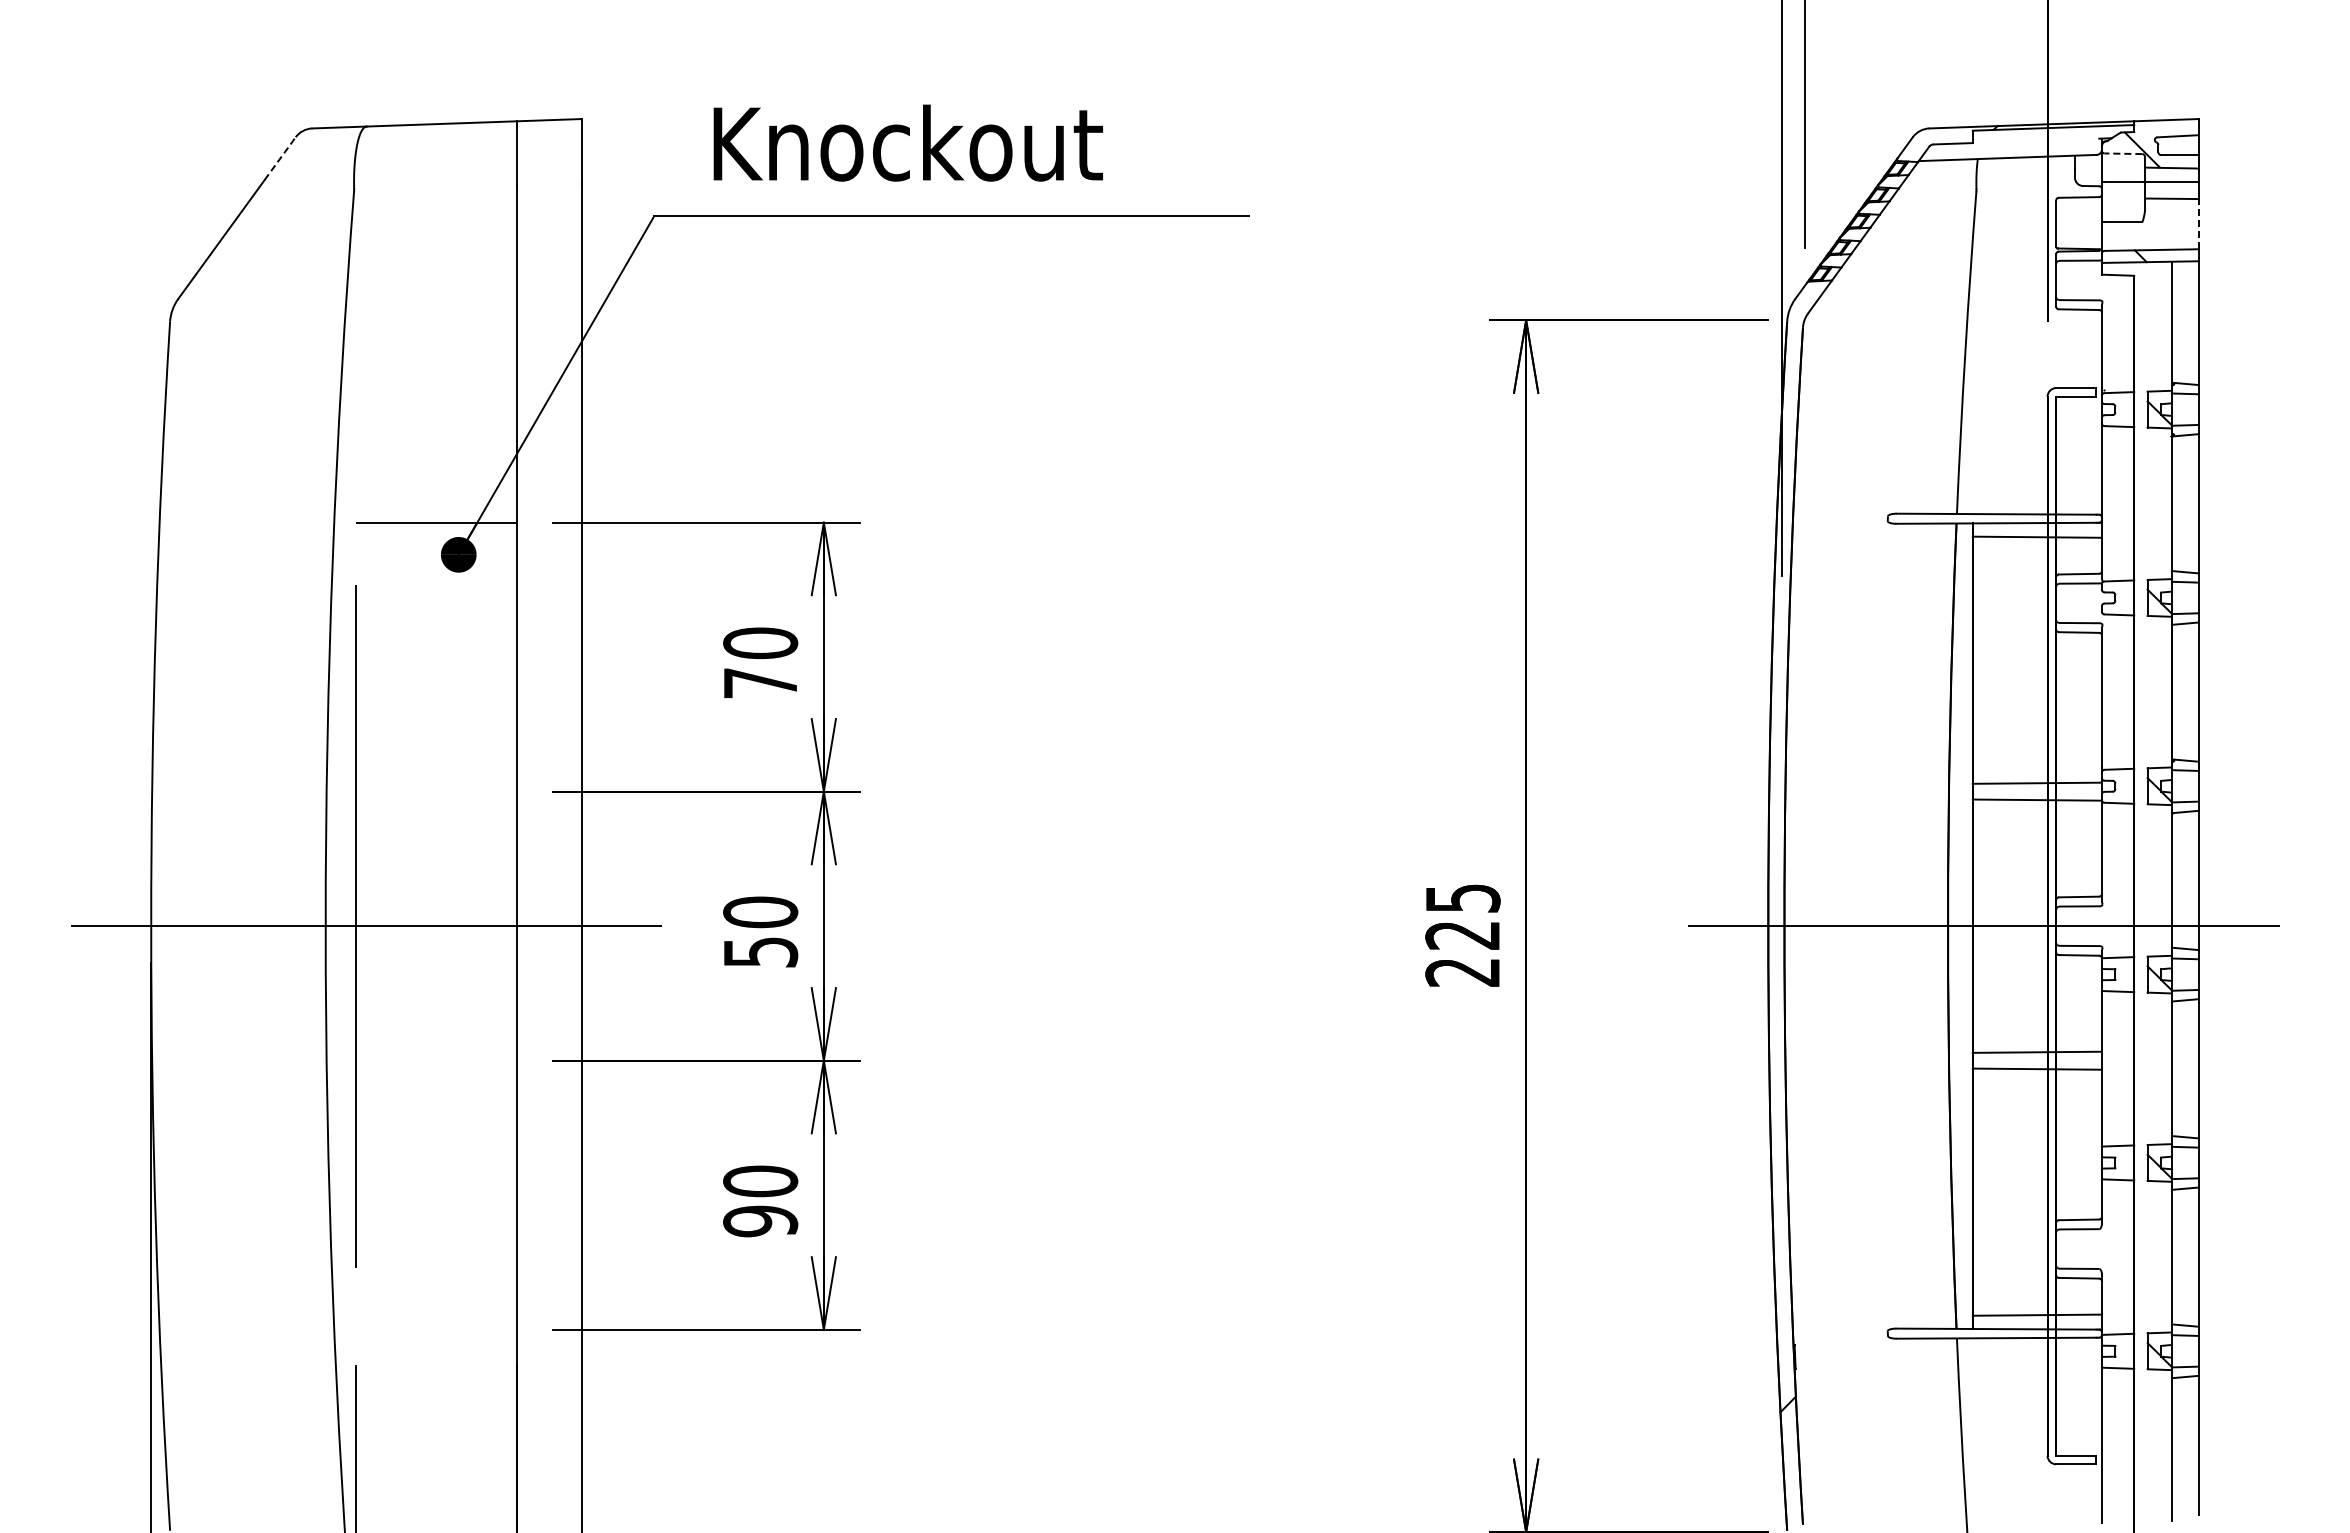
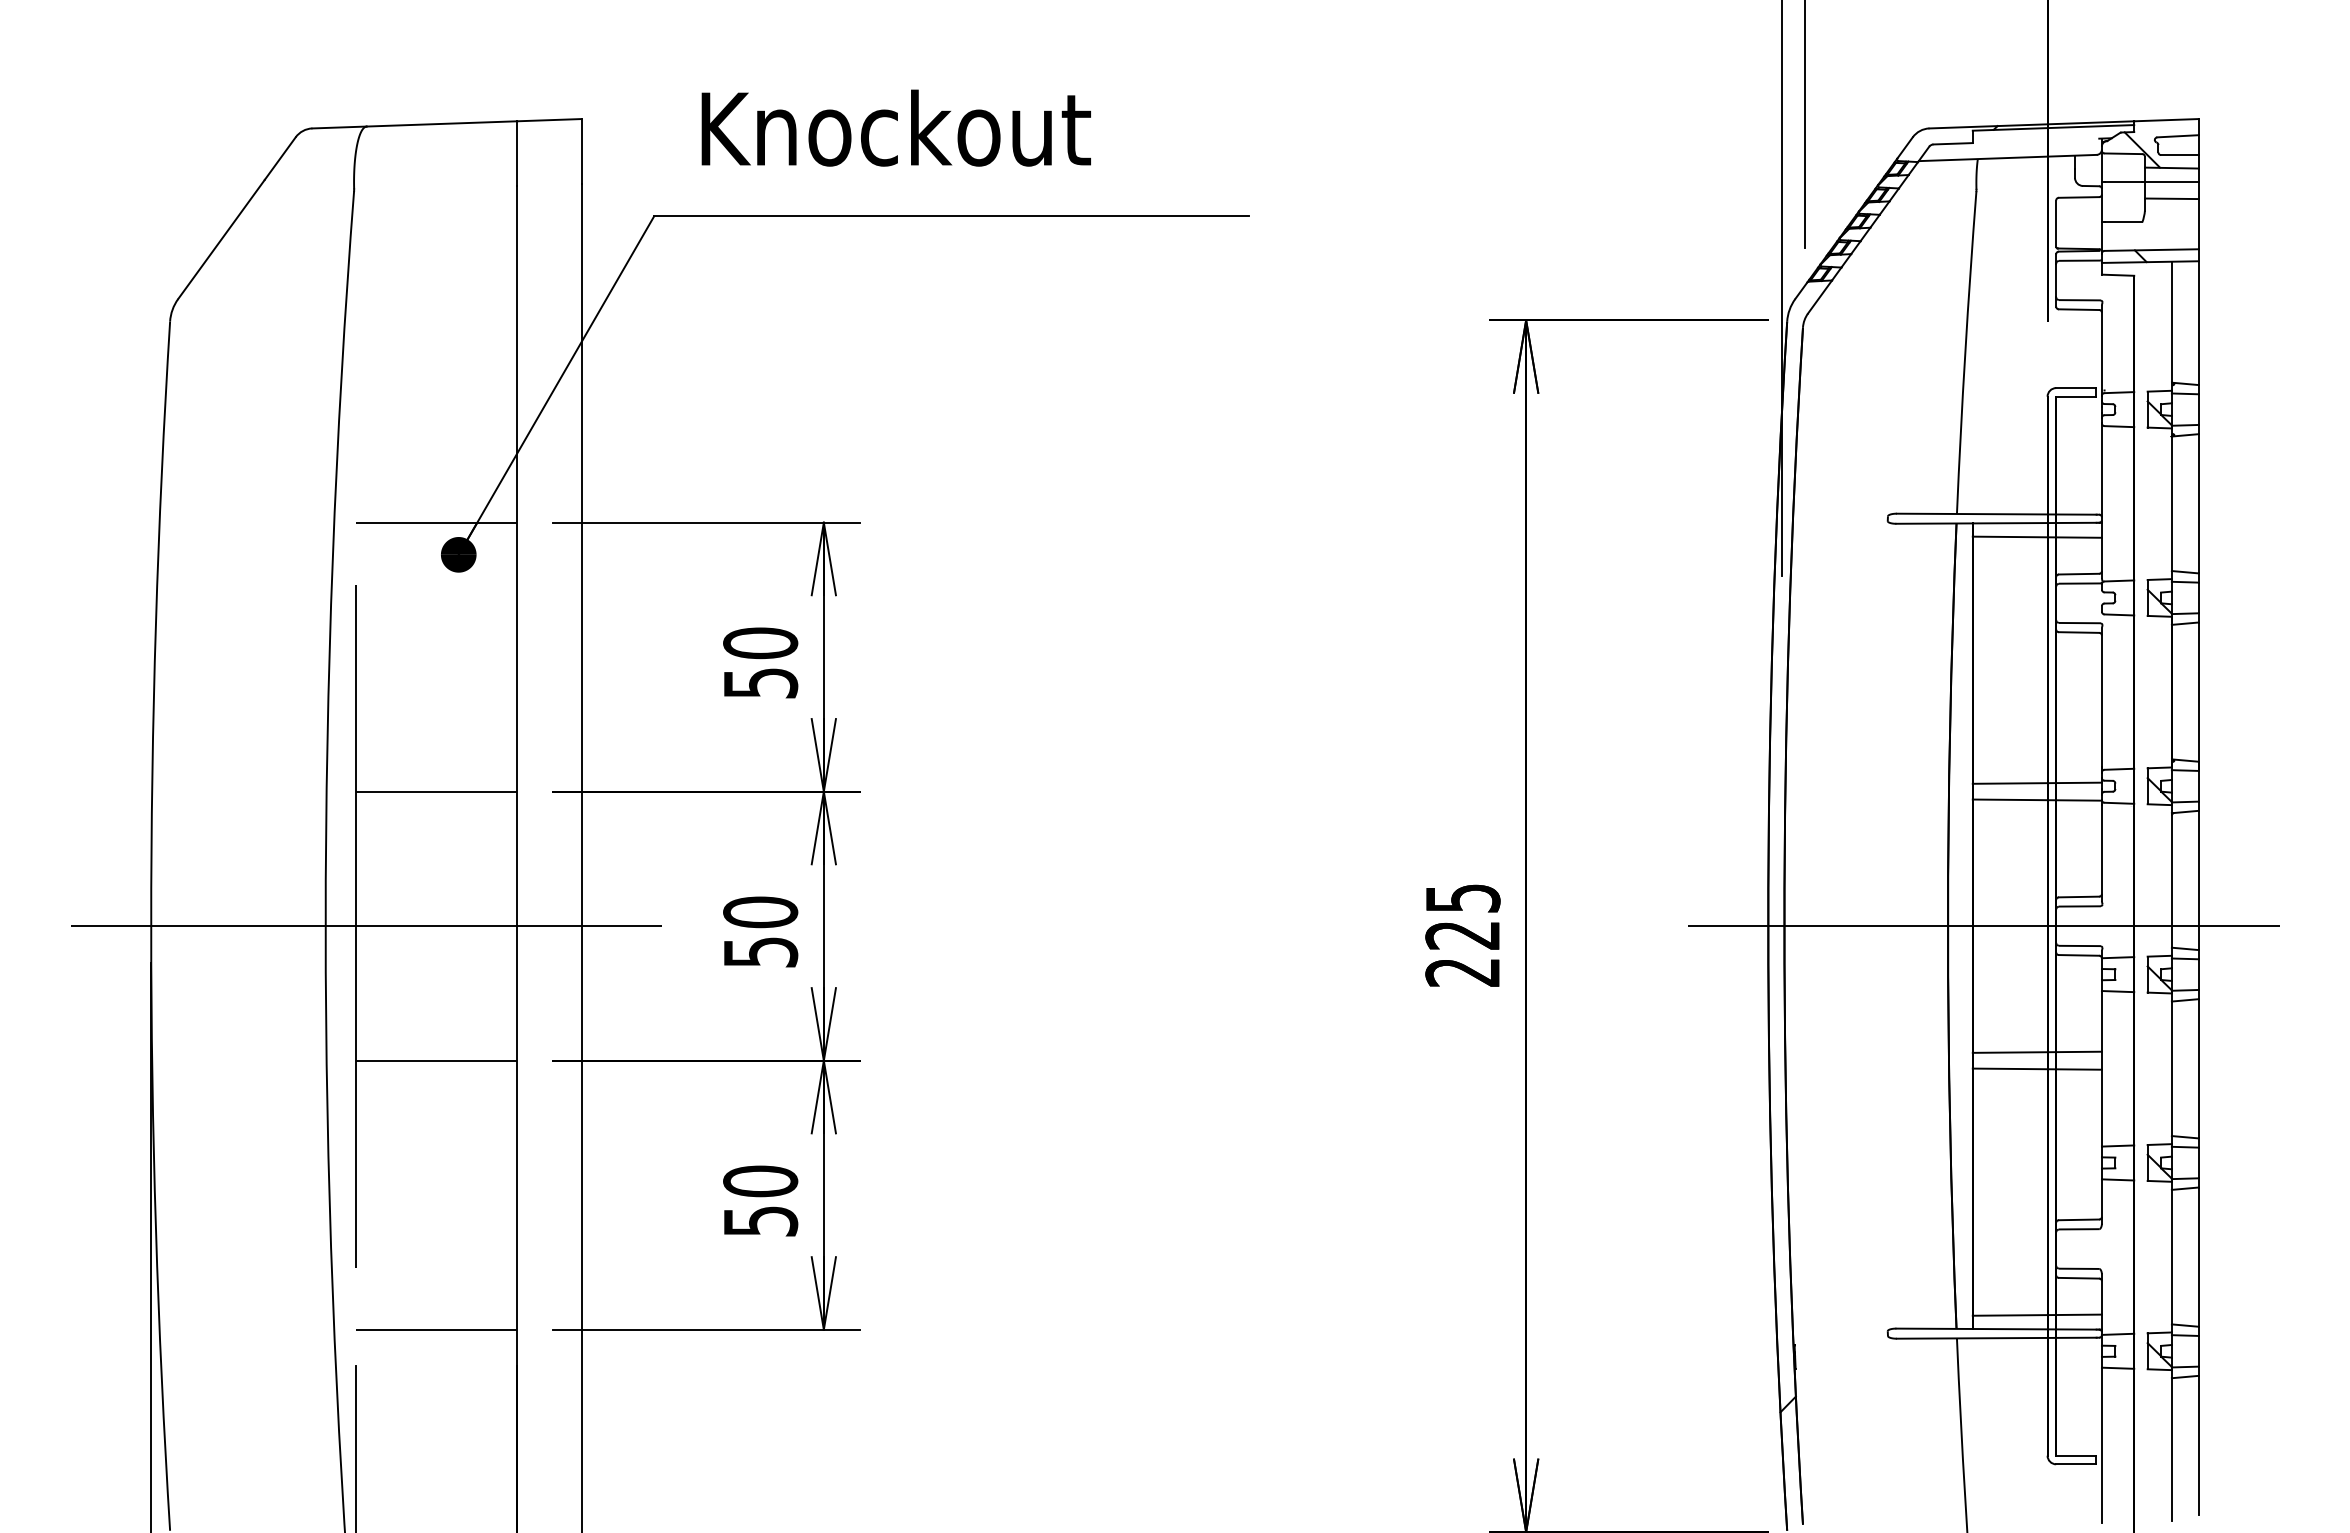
text at (907, 142) position: (907, 142) -> (895, 127)
line at (2123, 153): dashed -> solid
line at (280, 158): dashed -> solid
line at (2198, 223): dashed -> solid
text at (761, 683): 70 -> 50
line at (436, 791): none -> present
line at (436, 1060): none -> present
text at (760, 1221): 90 -> 50
line at (436, 1329): none -> present
